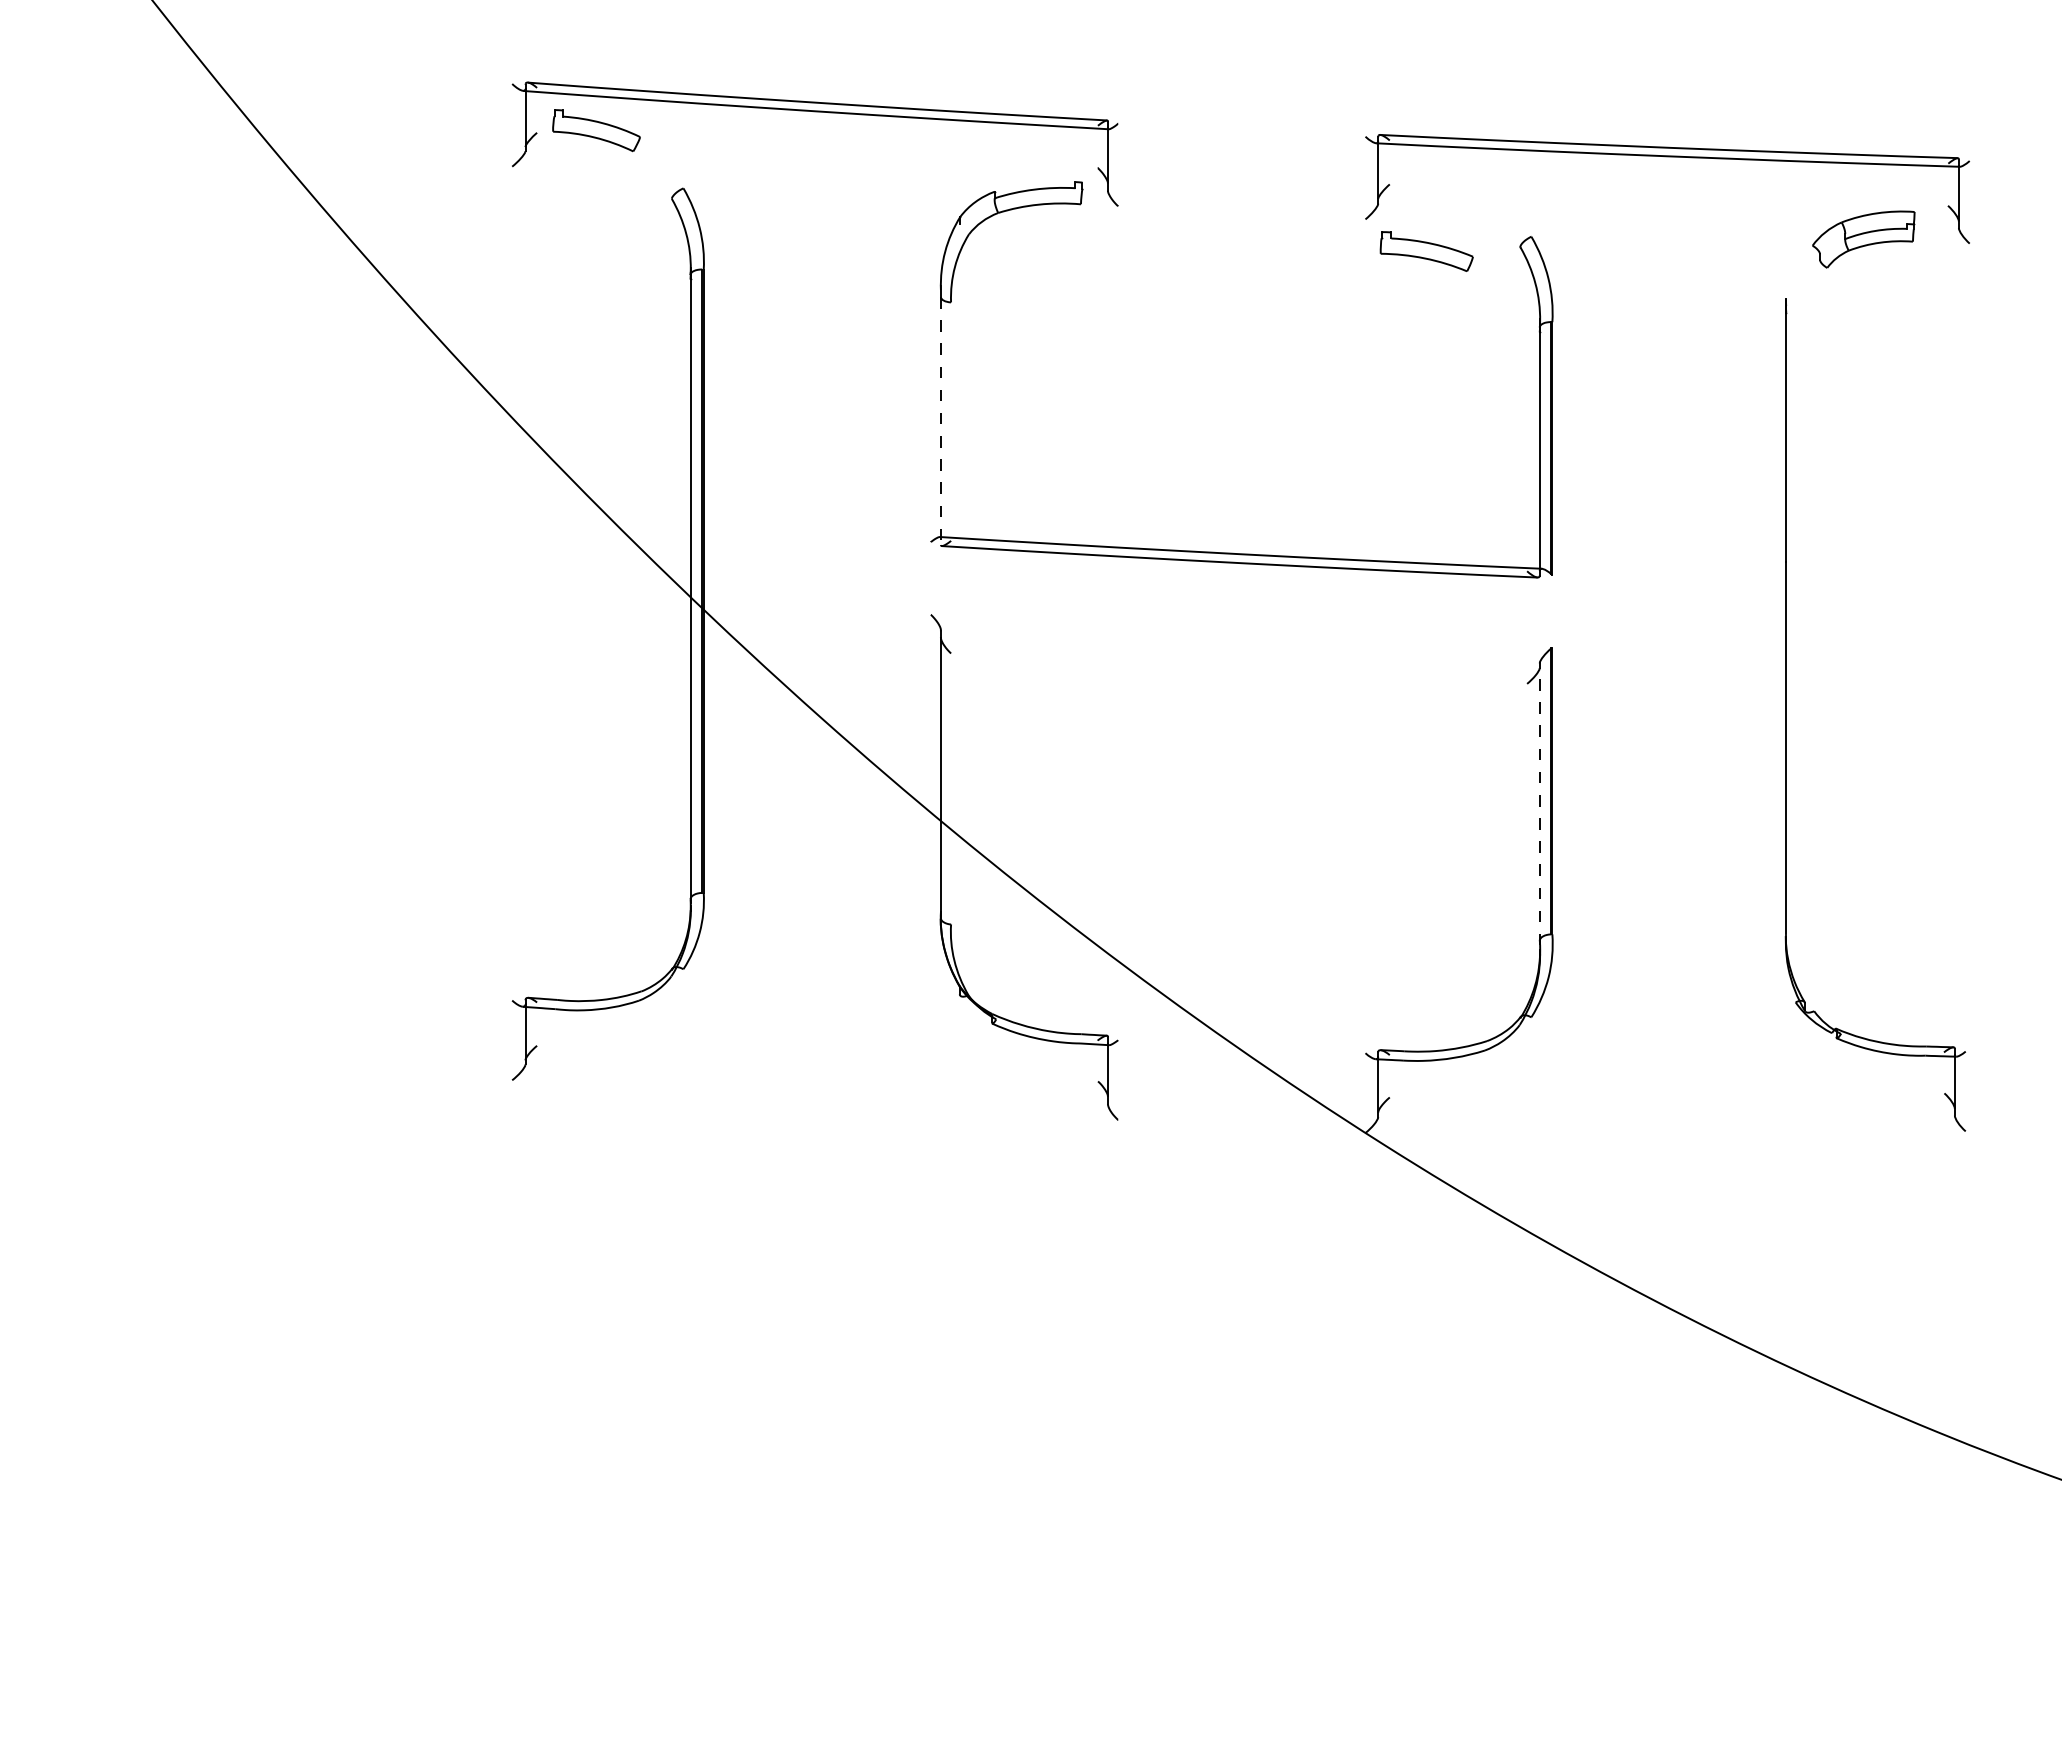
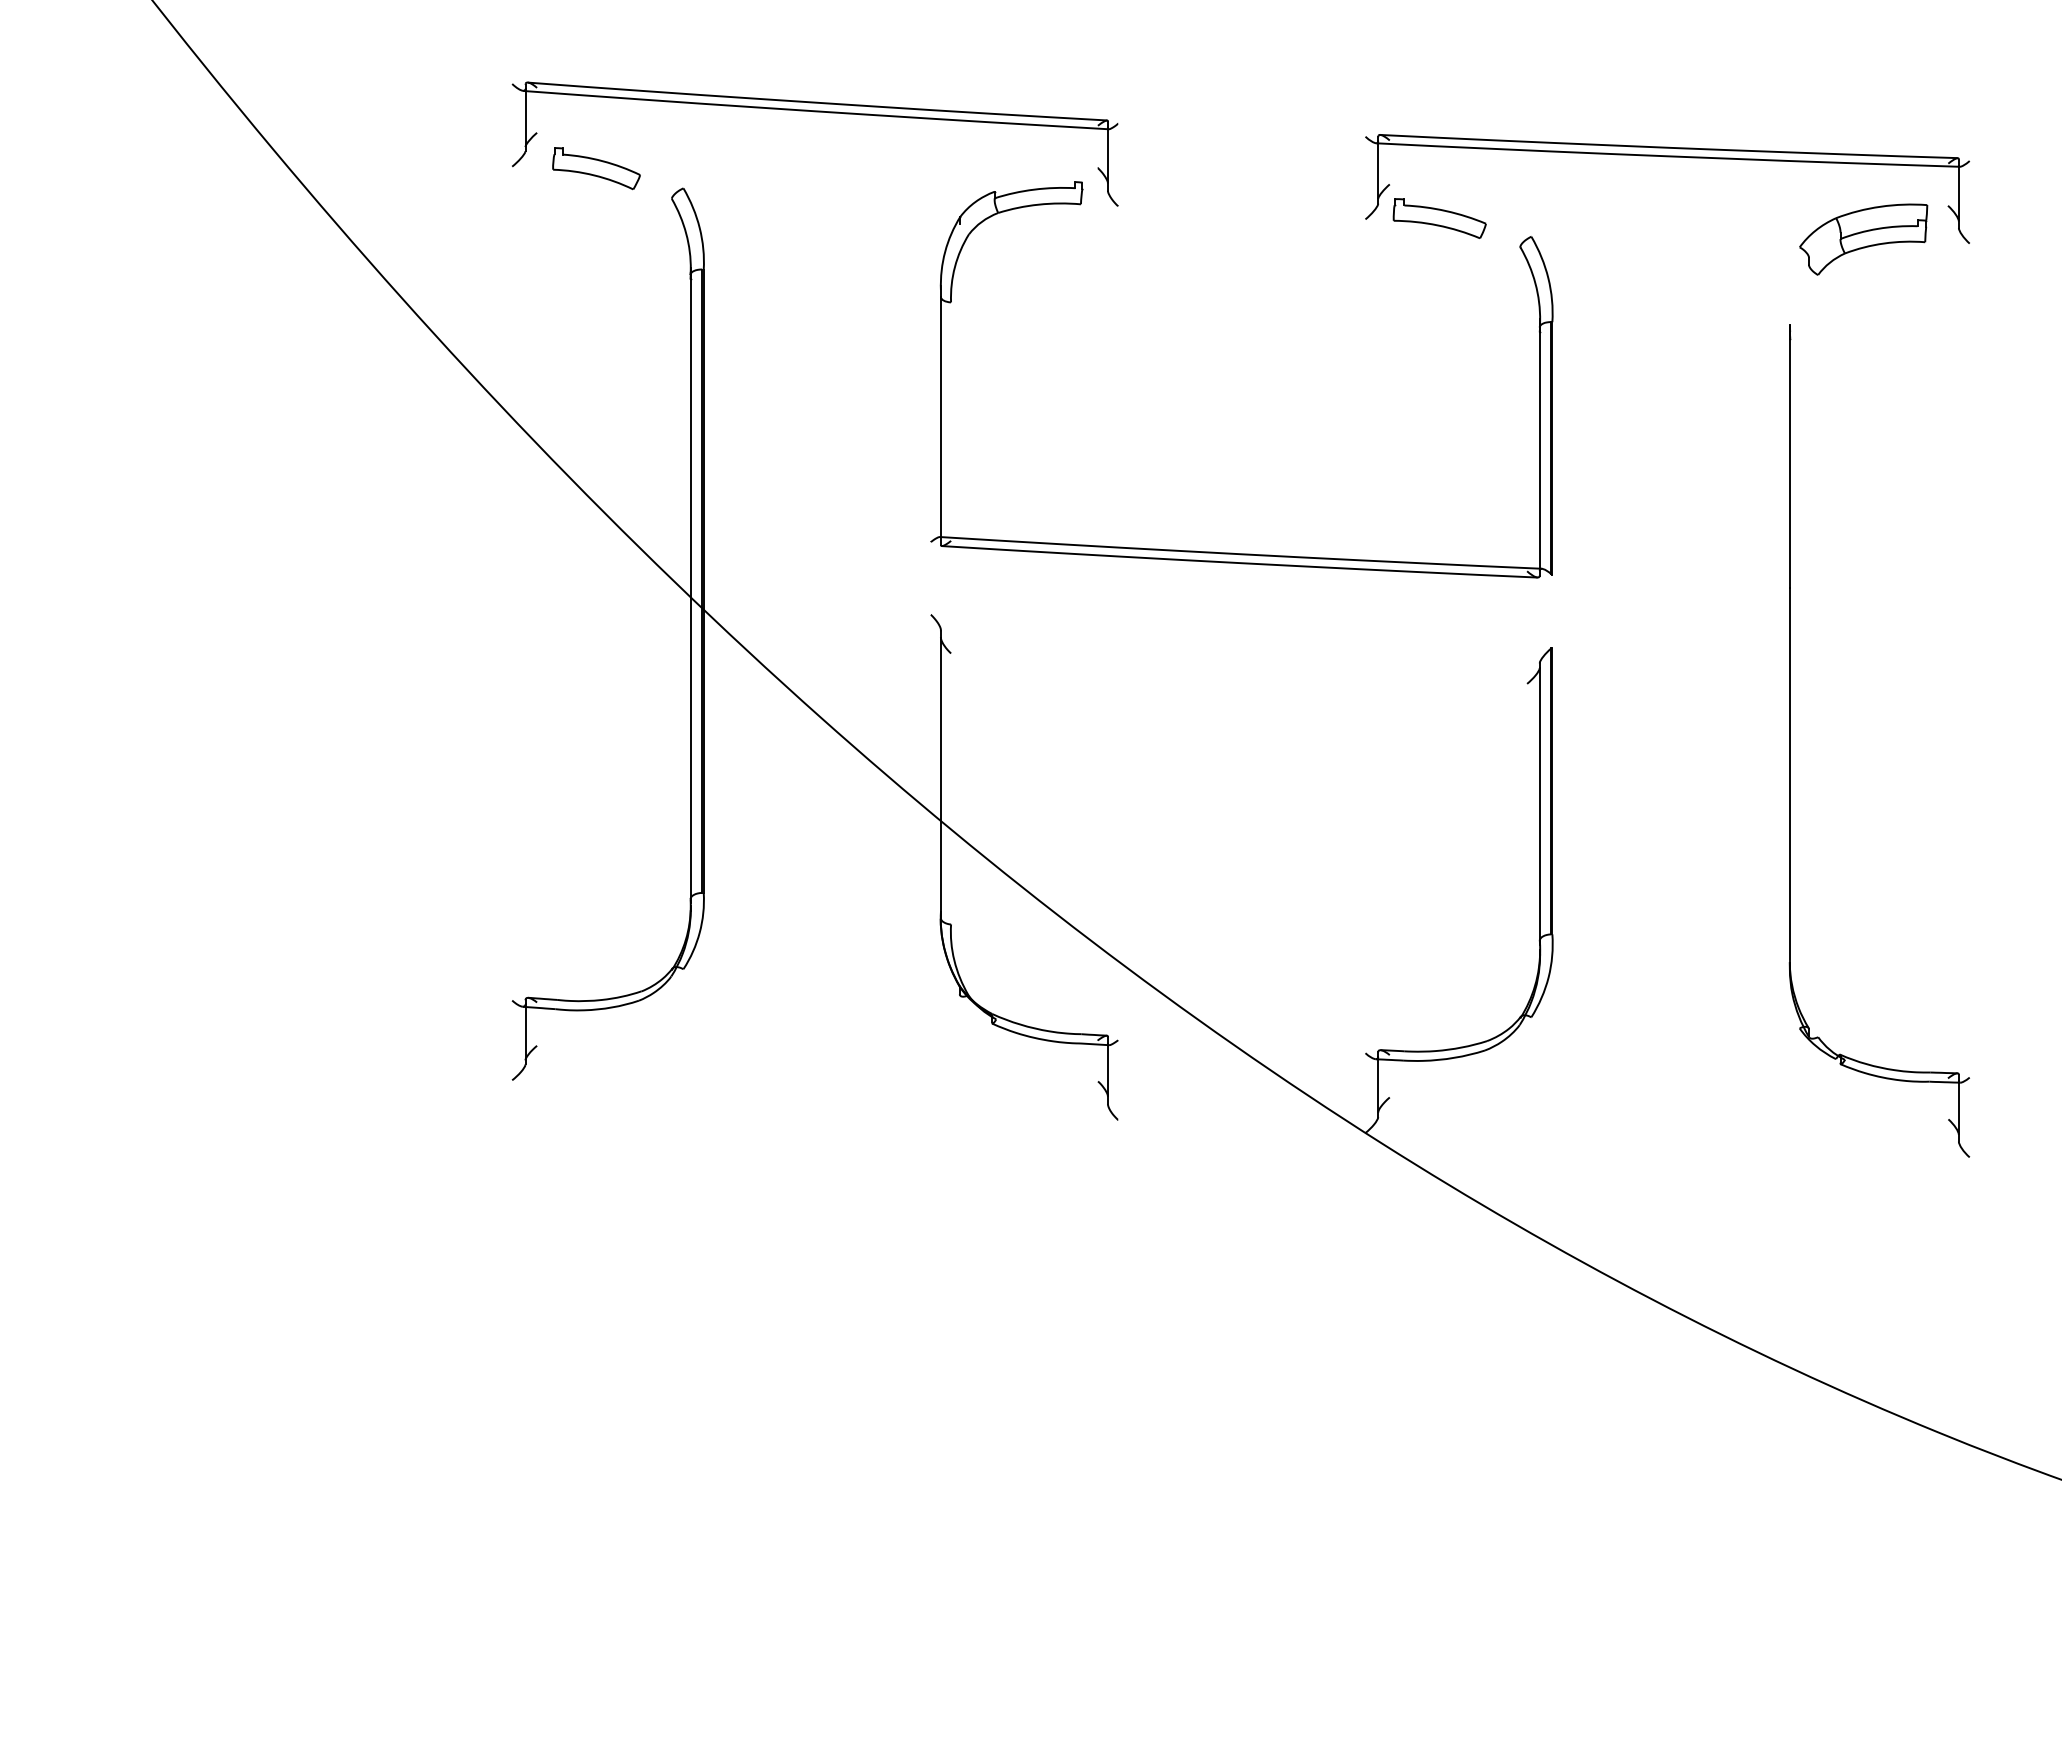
part at (596, 130) position: (596, 130) -> (596, 168)
part at (1863, 239) size: 104x59 px -> 130x73 px
part at (1426, 251) position: (1426, 251) -> (1439, 218)
line at (940, 421): dashed -> solid
part at (1786, 714) position: (1786, 714) -> (1790, 740)
line at (1539, 806): dashed -> solid
